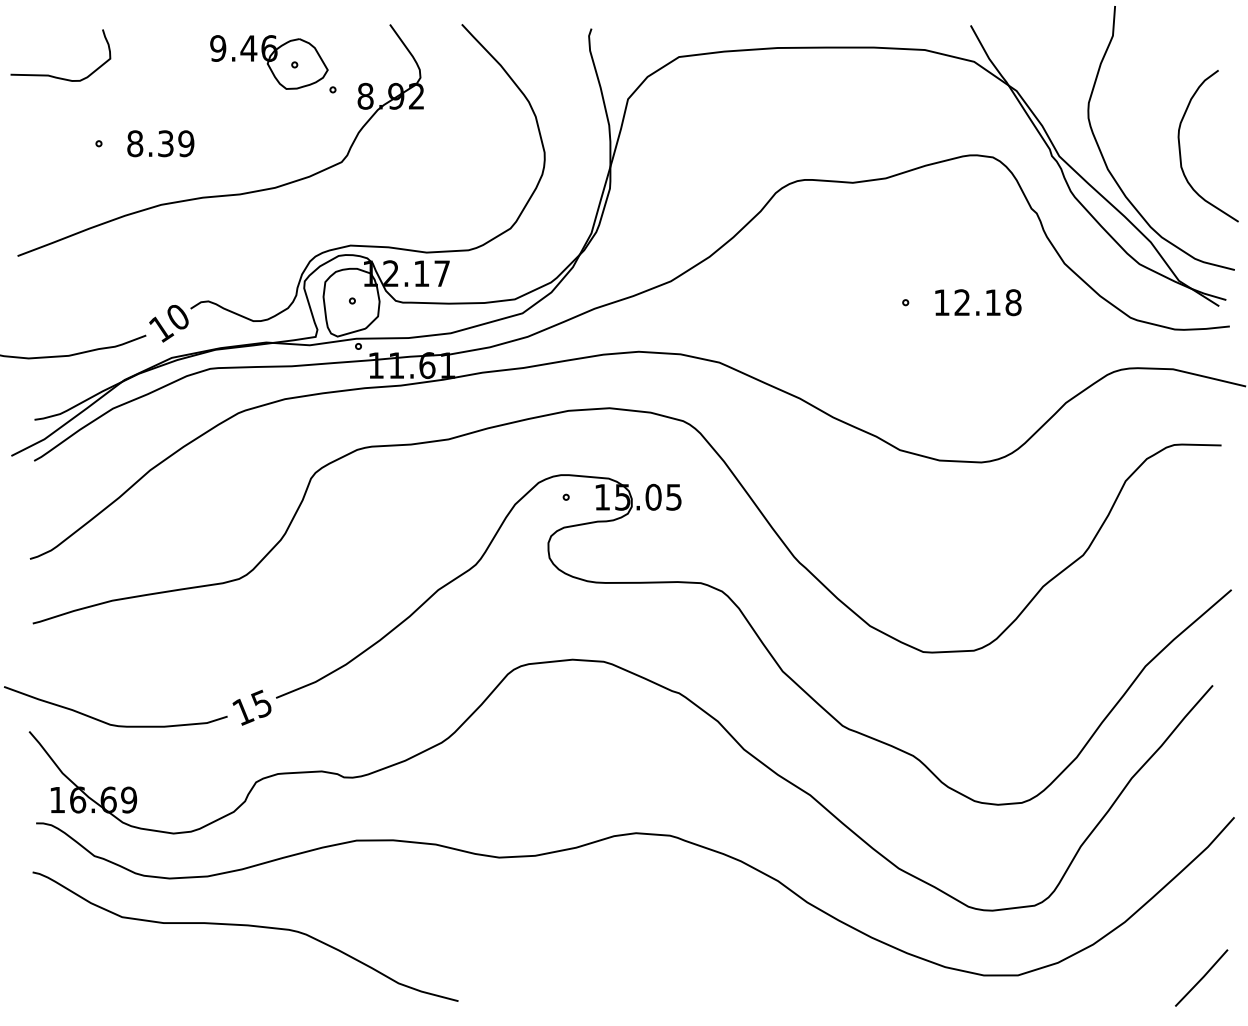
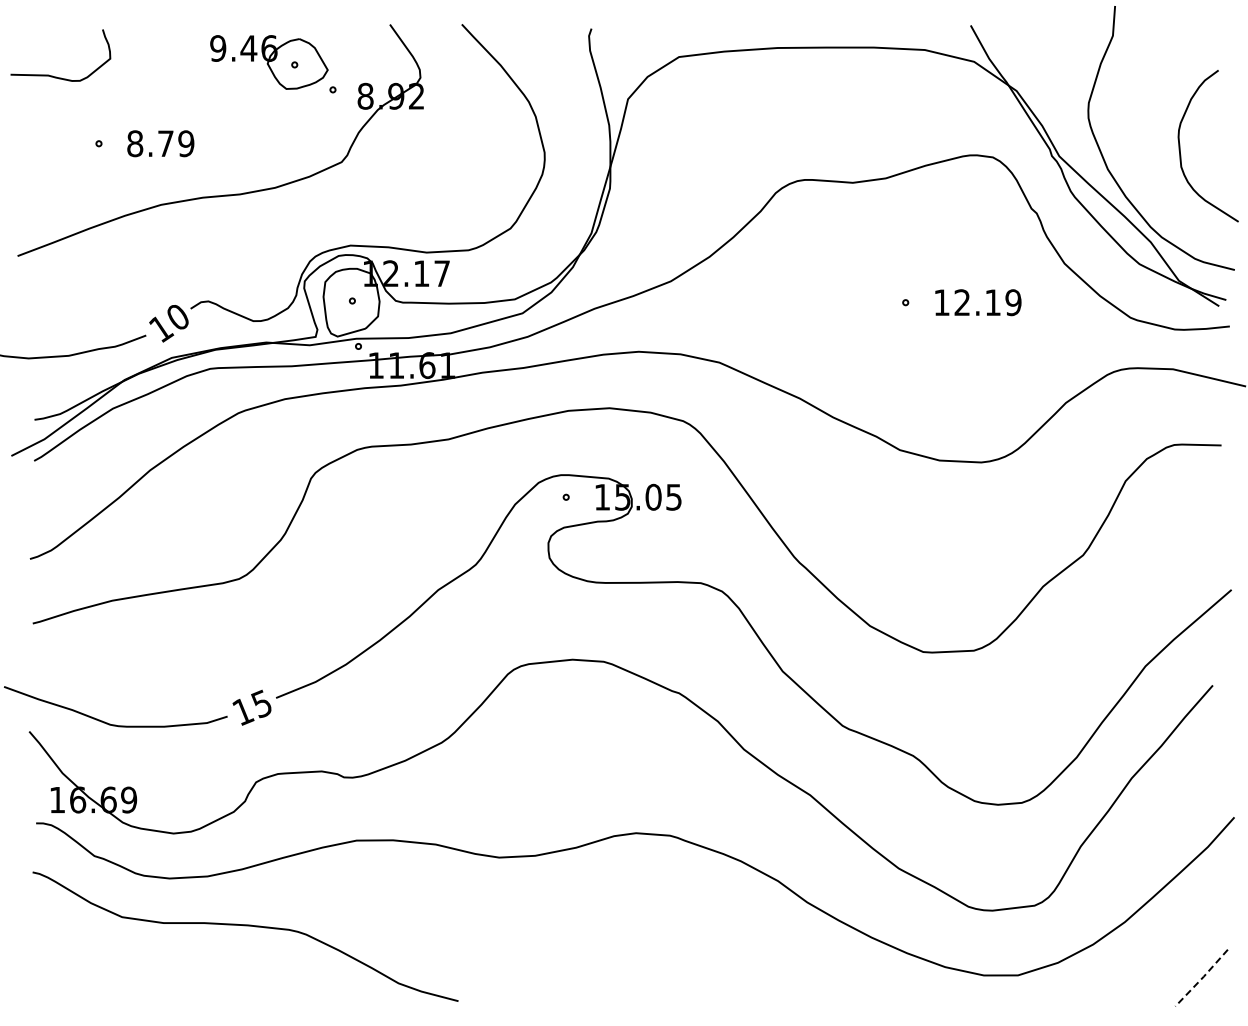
text at (165, 143): 8.39 -> 8.79
text at (1013, 302): 12.18 -> 12.19
line at (1202, 978): solid -> dashed
